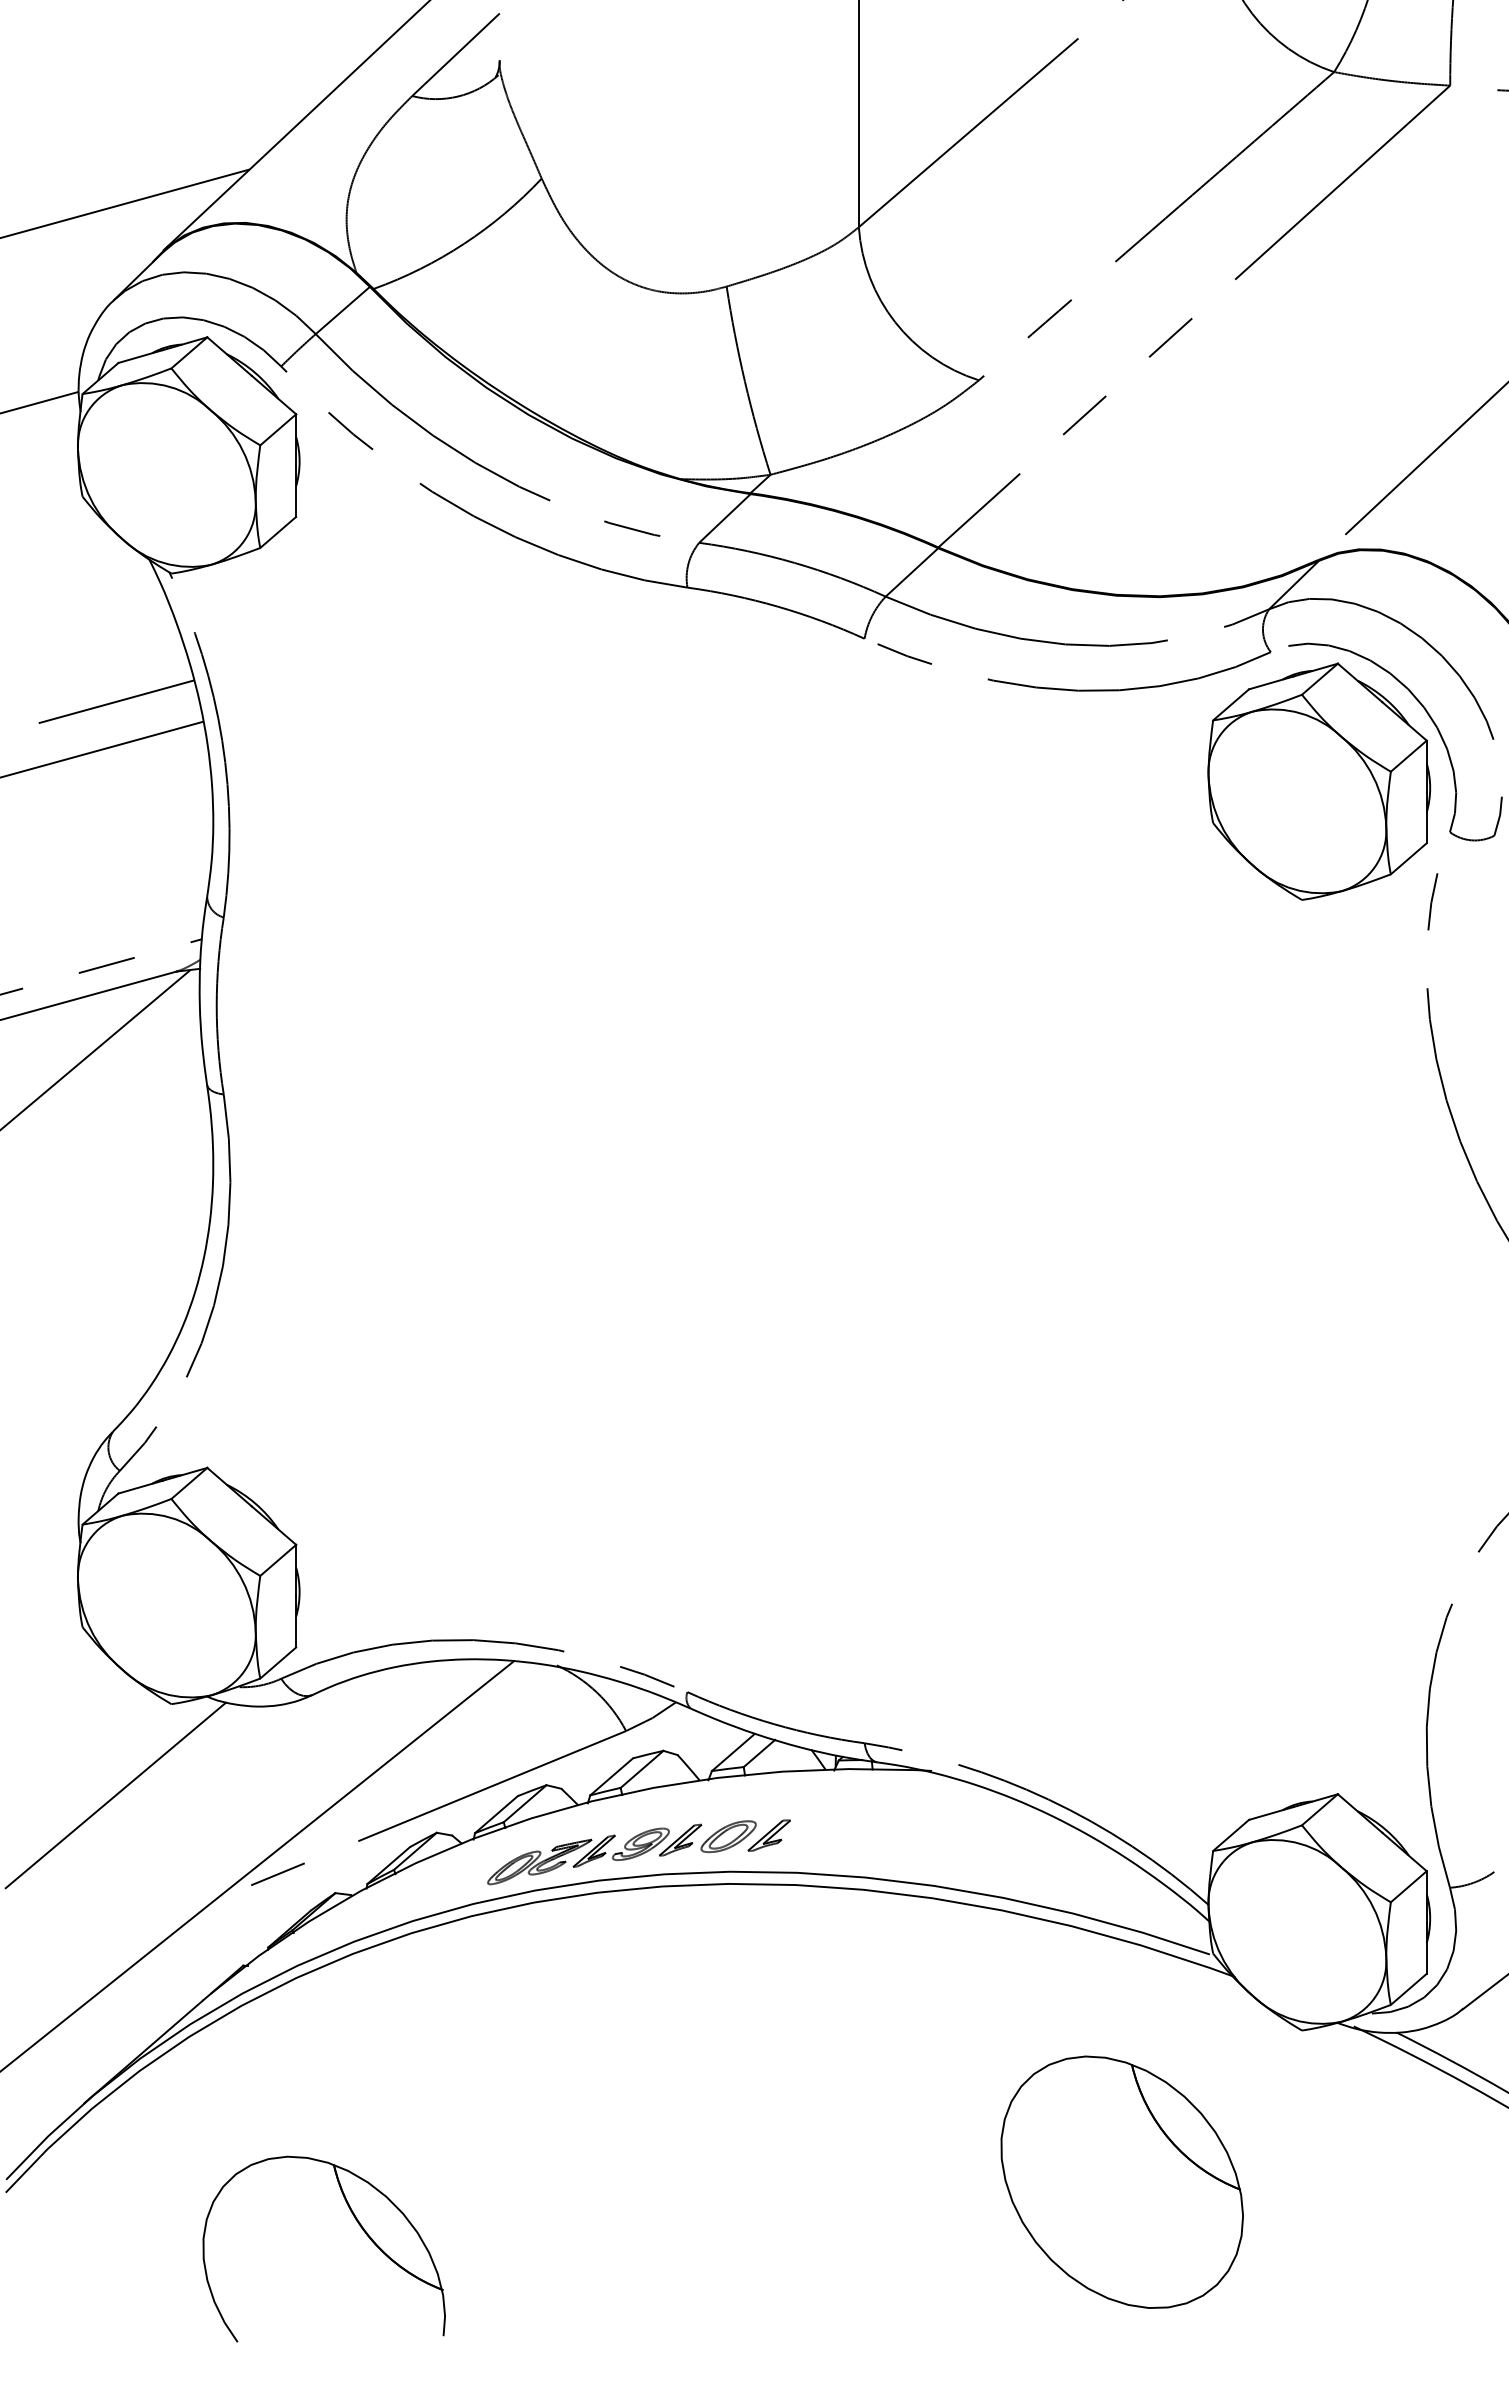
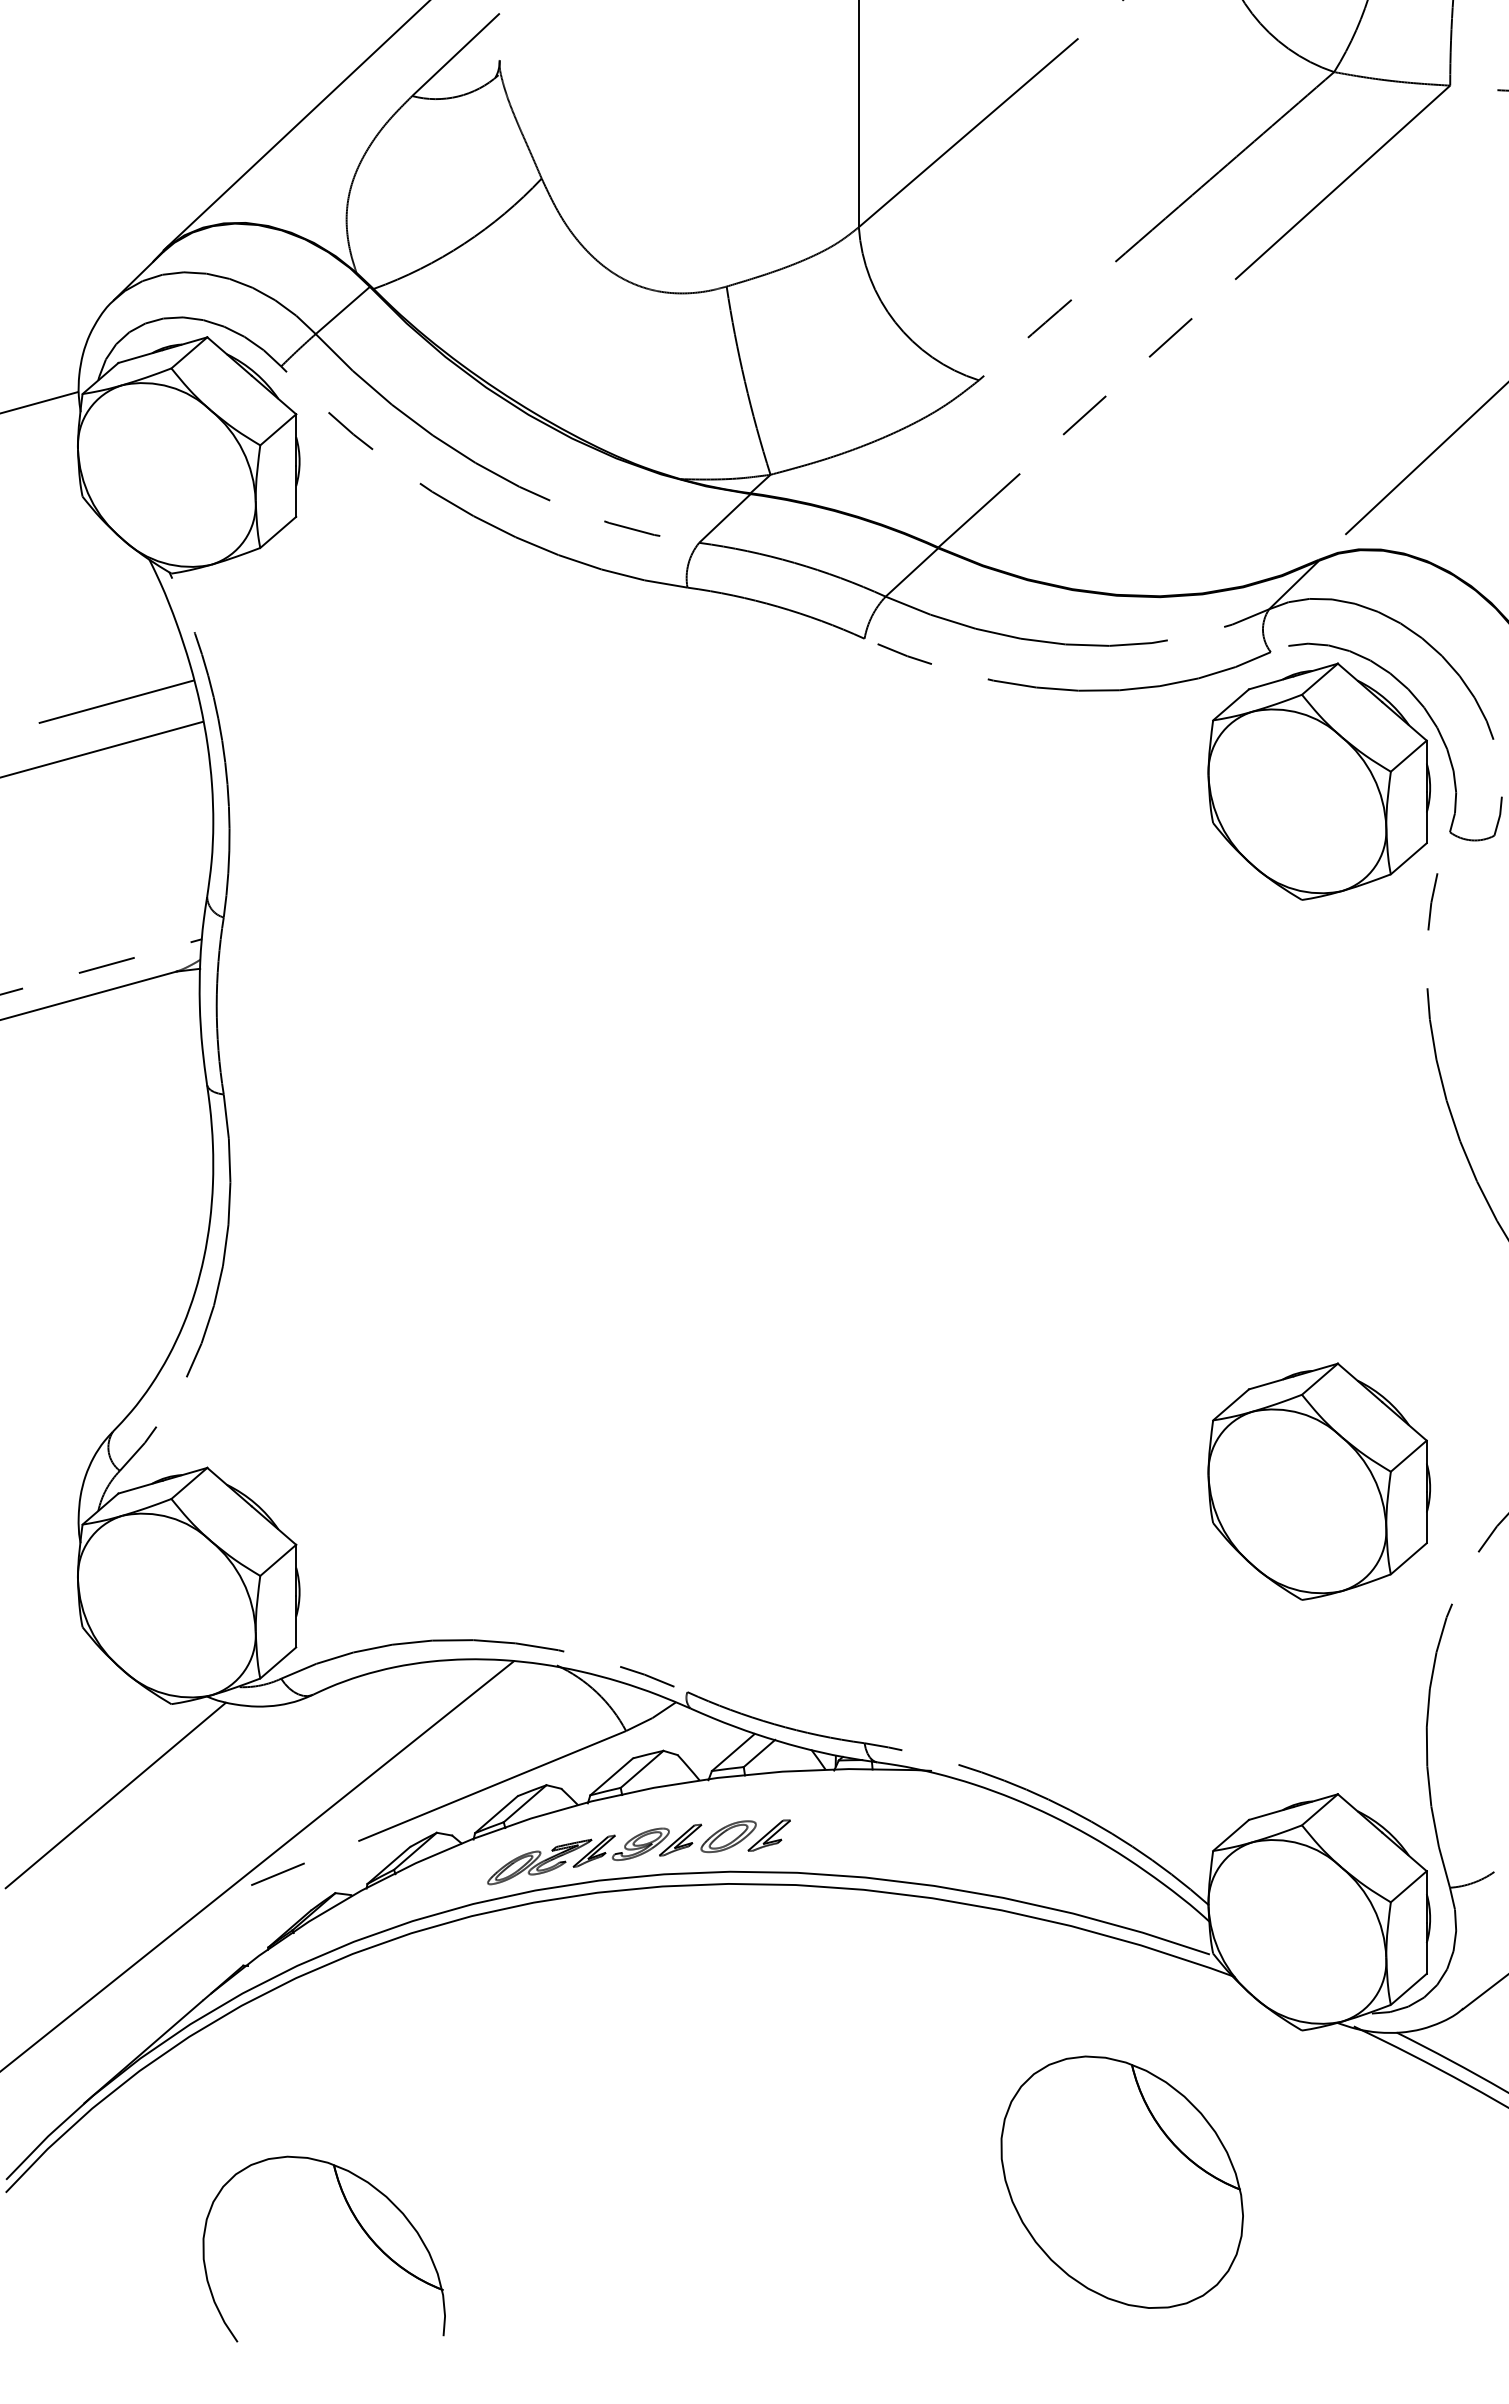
line at (125, 203): present -> none
line at (96, 1048): present -> none
part at (1318, 1481): none -> present
